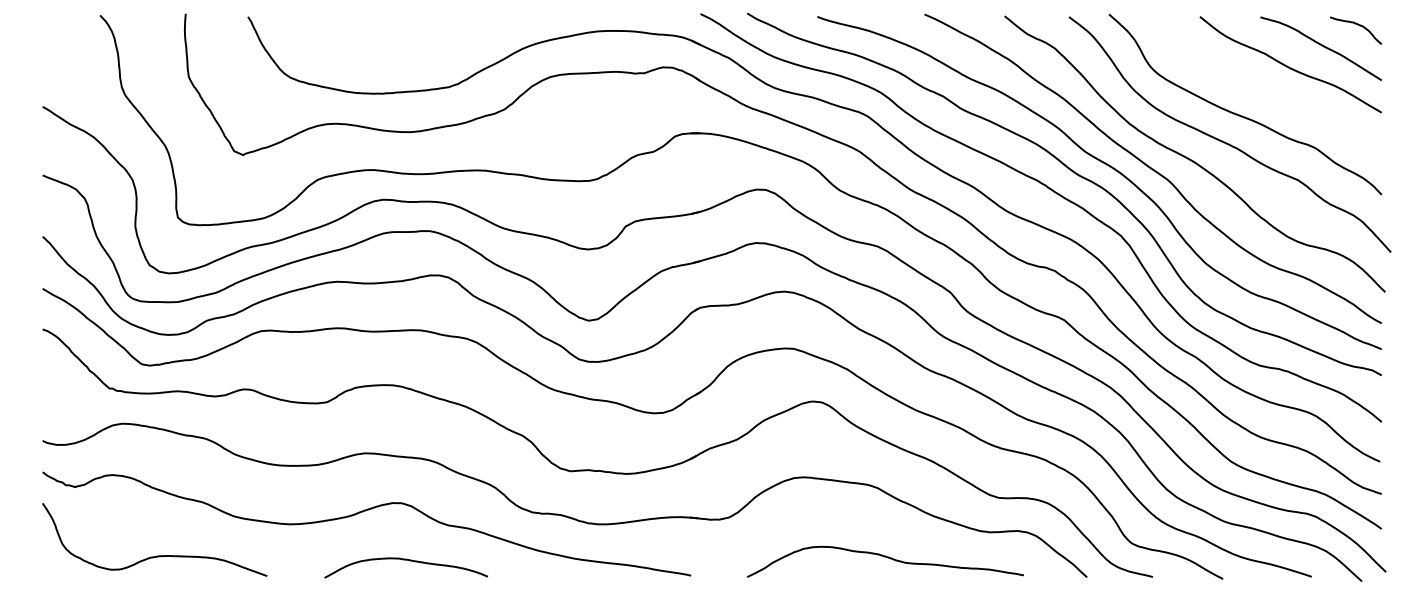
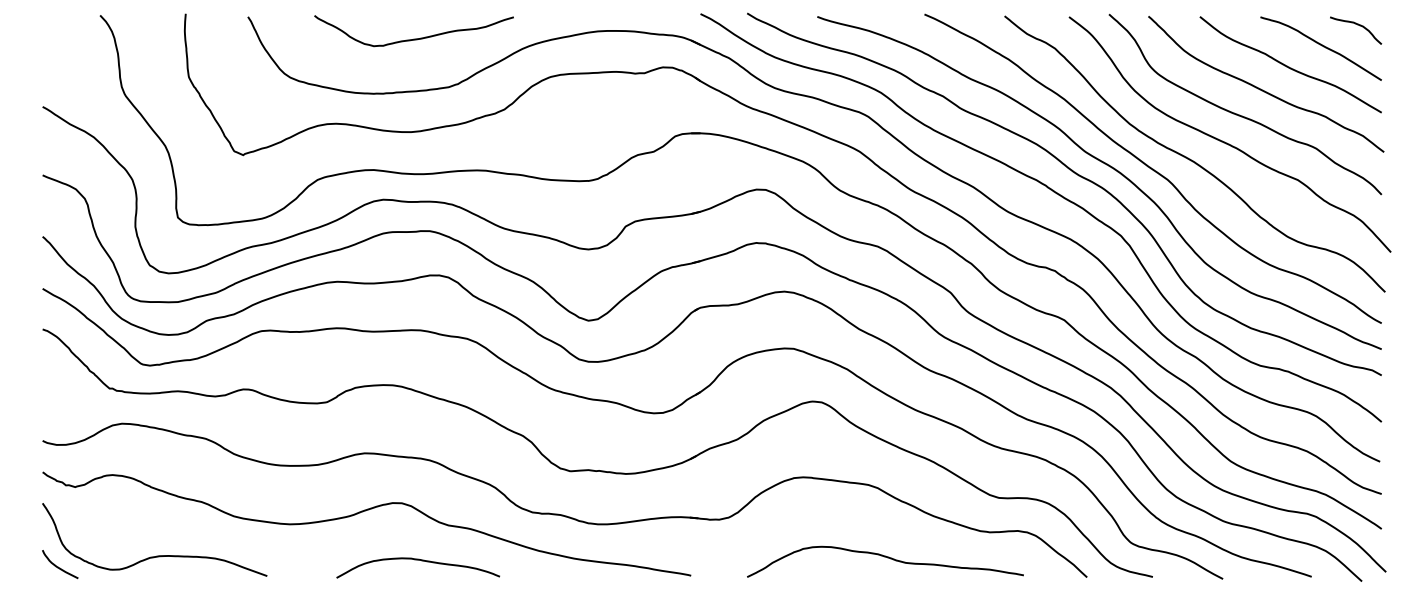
curve at (413, 38): none -> present
curve at (1264, 90): none -> present
curve at (409, 561) position: (409, 561) -> (421, 561)
curve at (58, 566): none -> present
